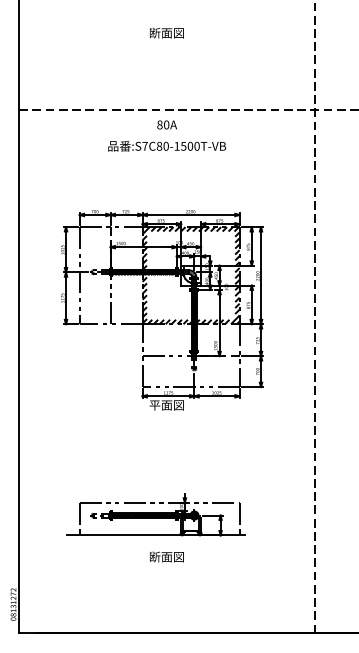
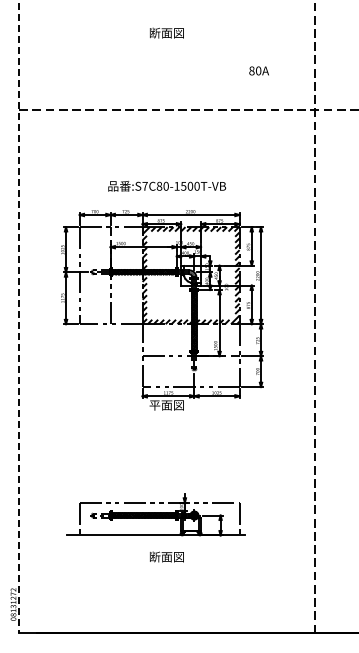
text at (166, 124) position: (166, 124) -> (258, 70)
text at (167, 145) position: (167, 145) -> (167, 185)
line at (19, 317): solid -> dashed
